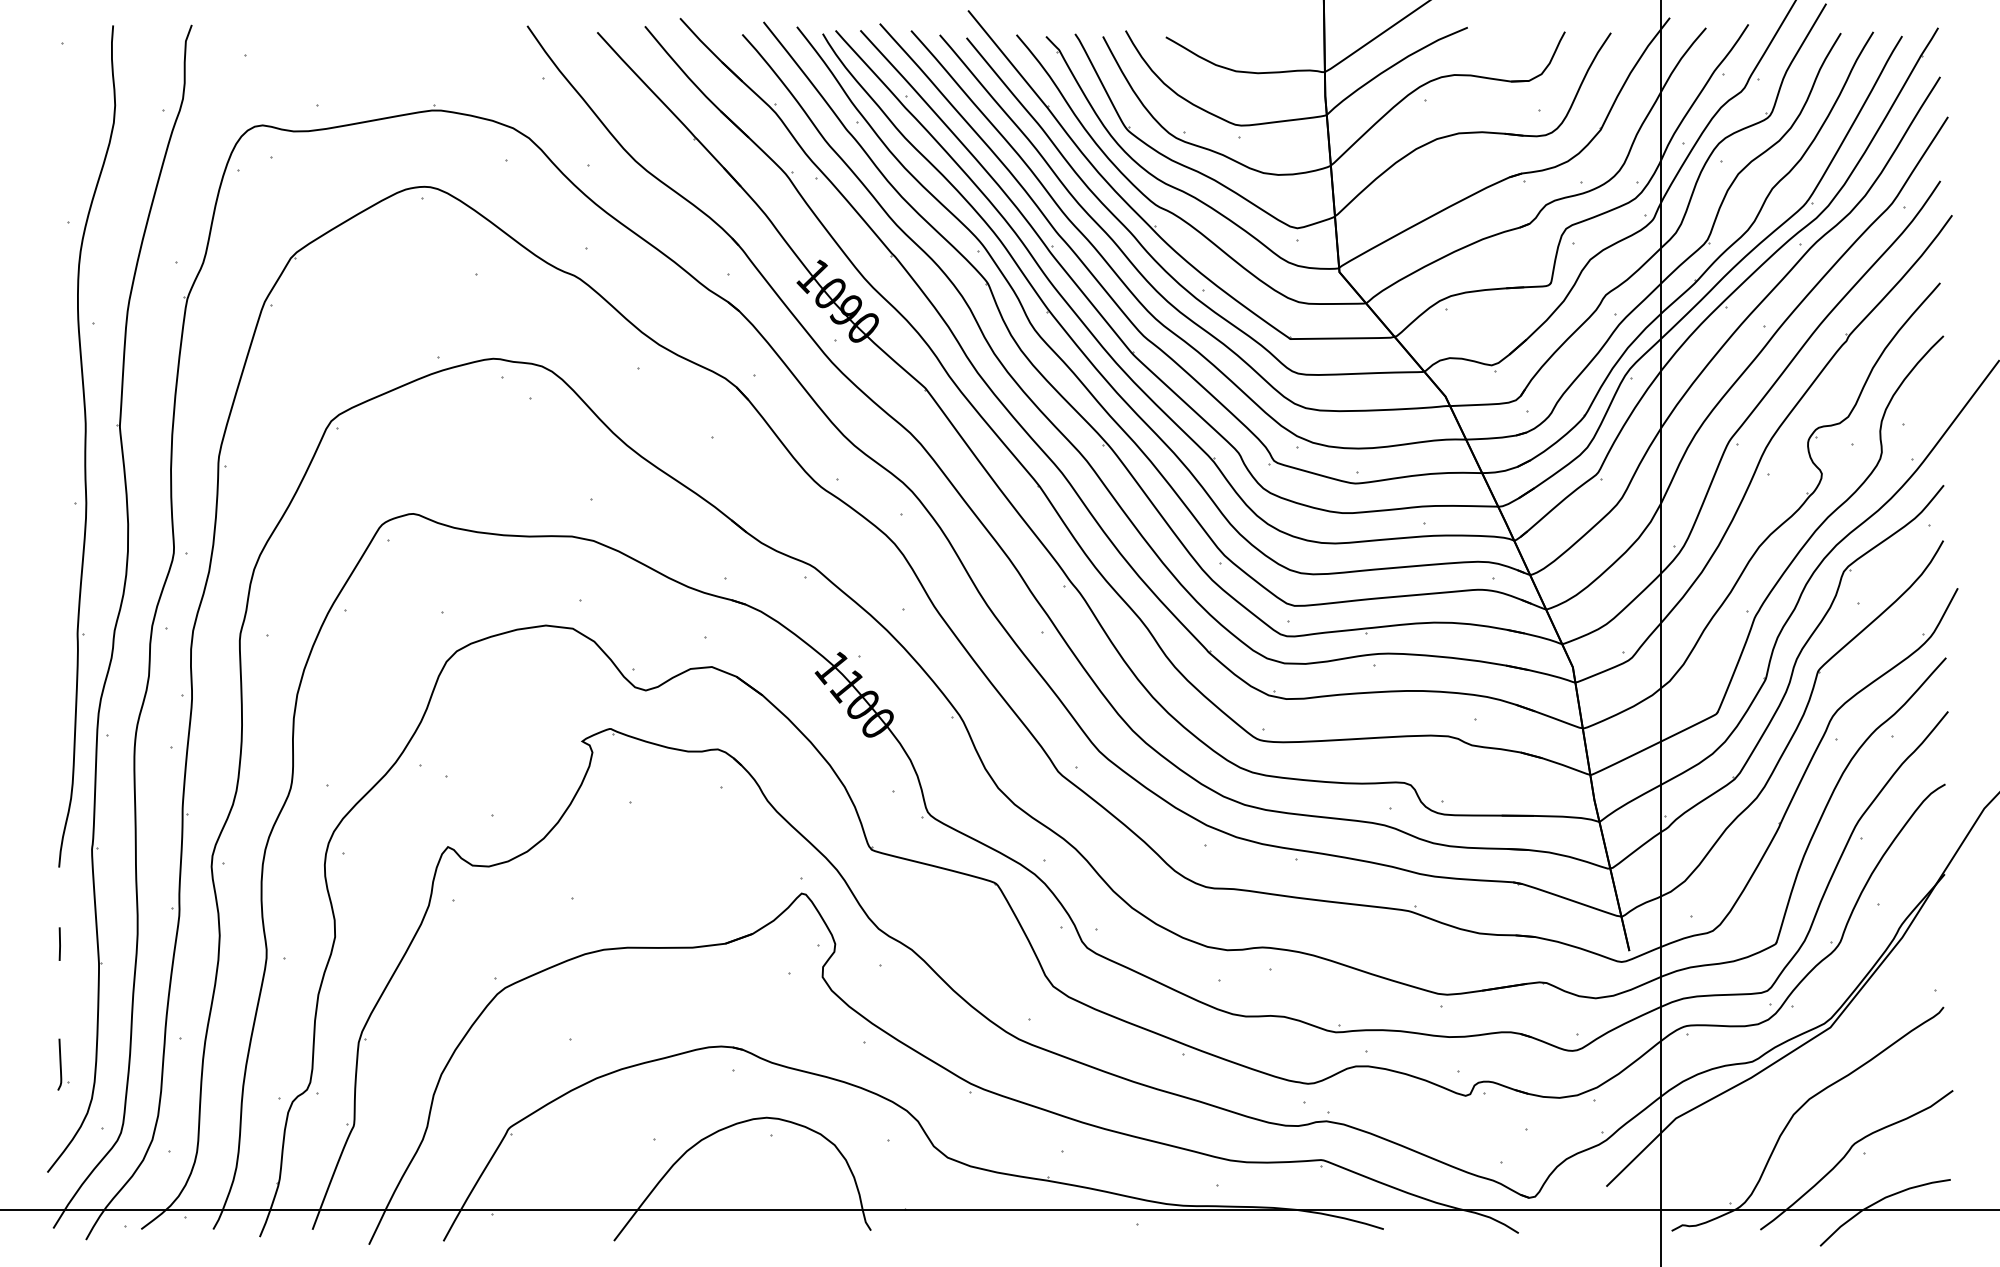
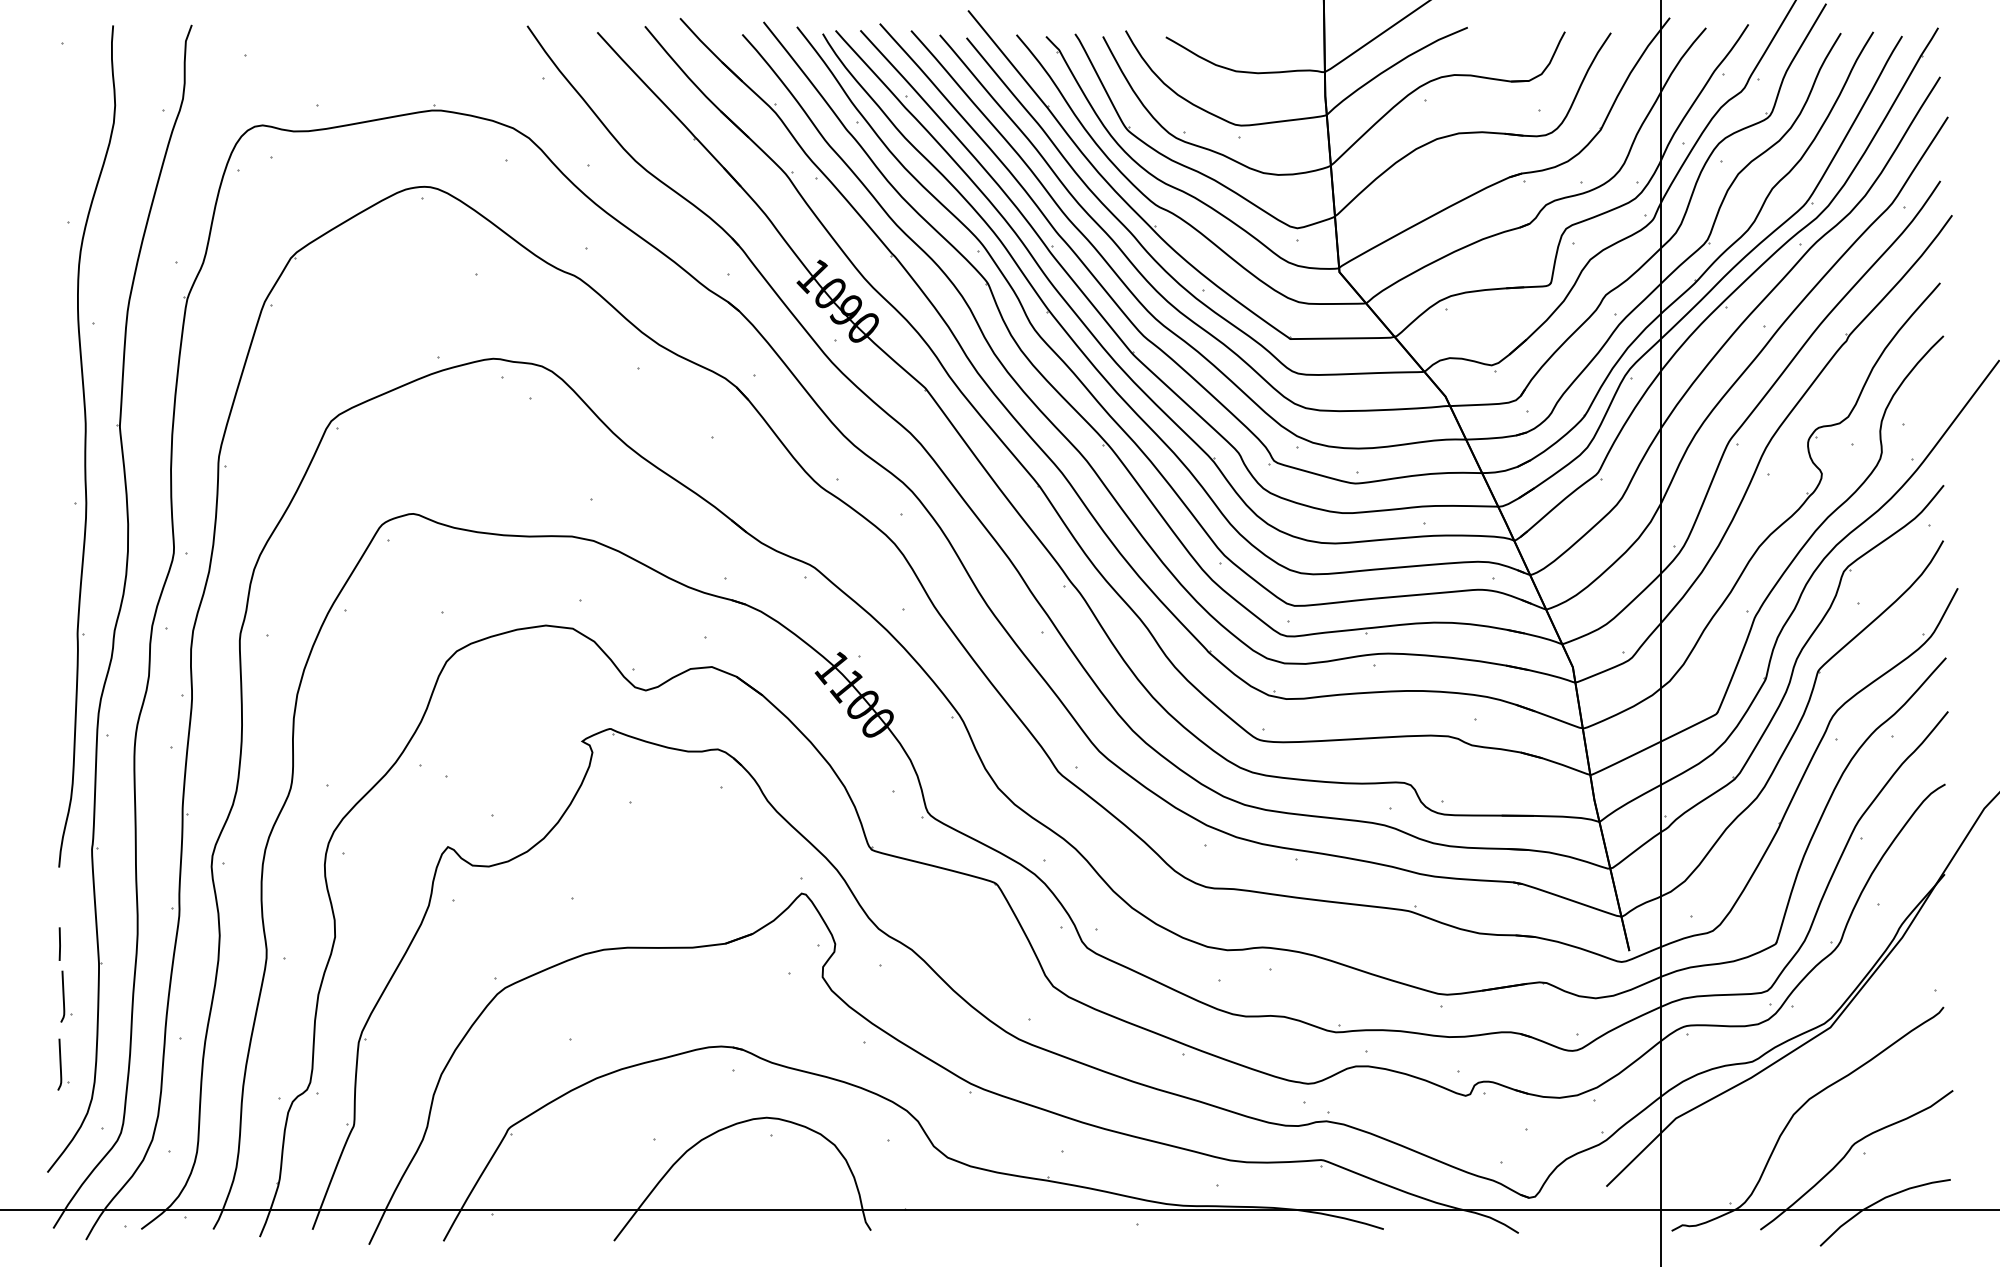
part at (66, 996): none -> present
